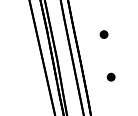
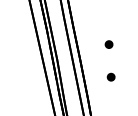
part at (103, 34) position: (103, 34) -> (108, 44)
